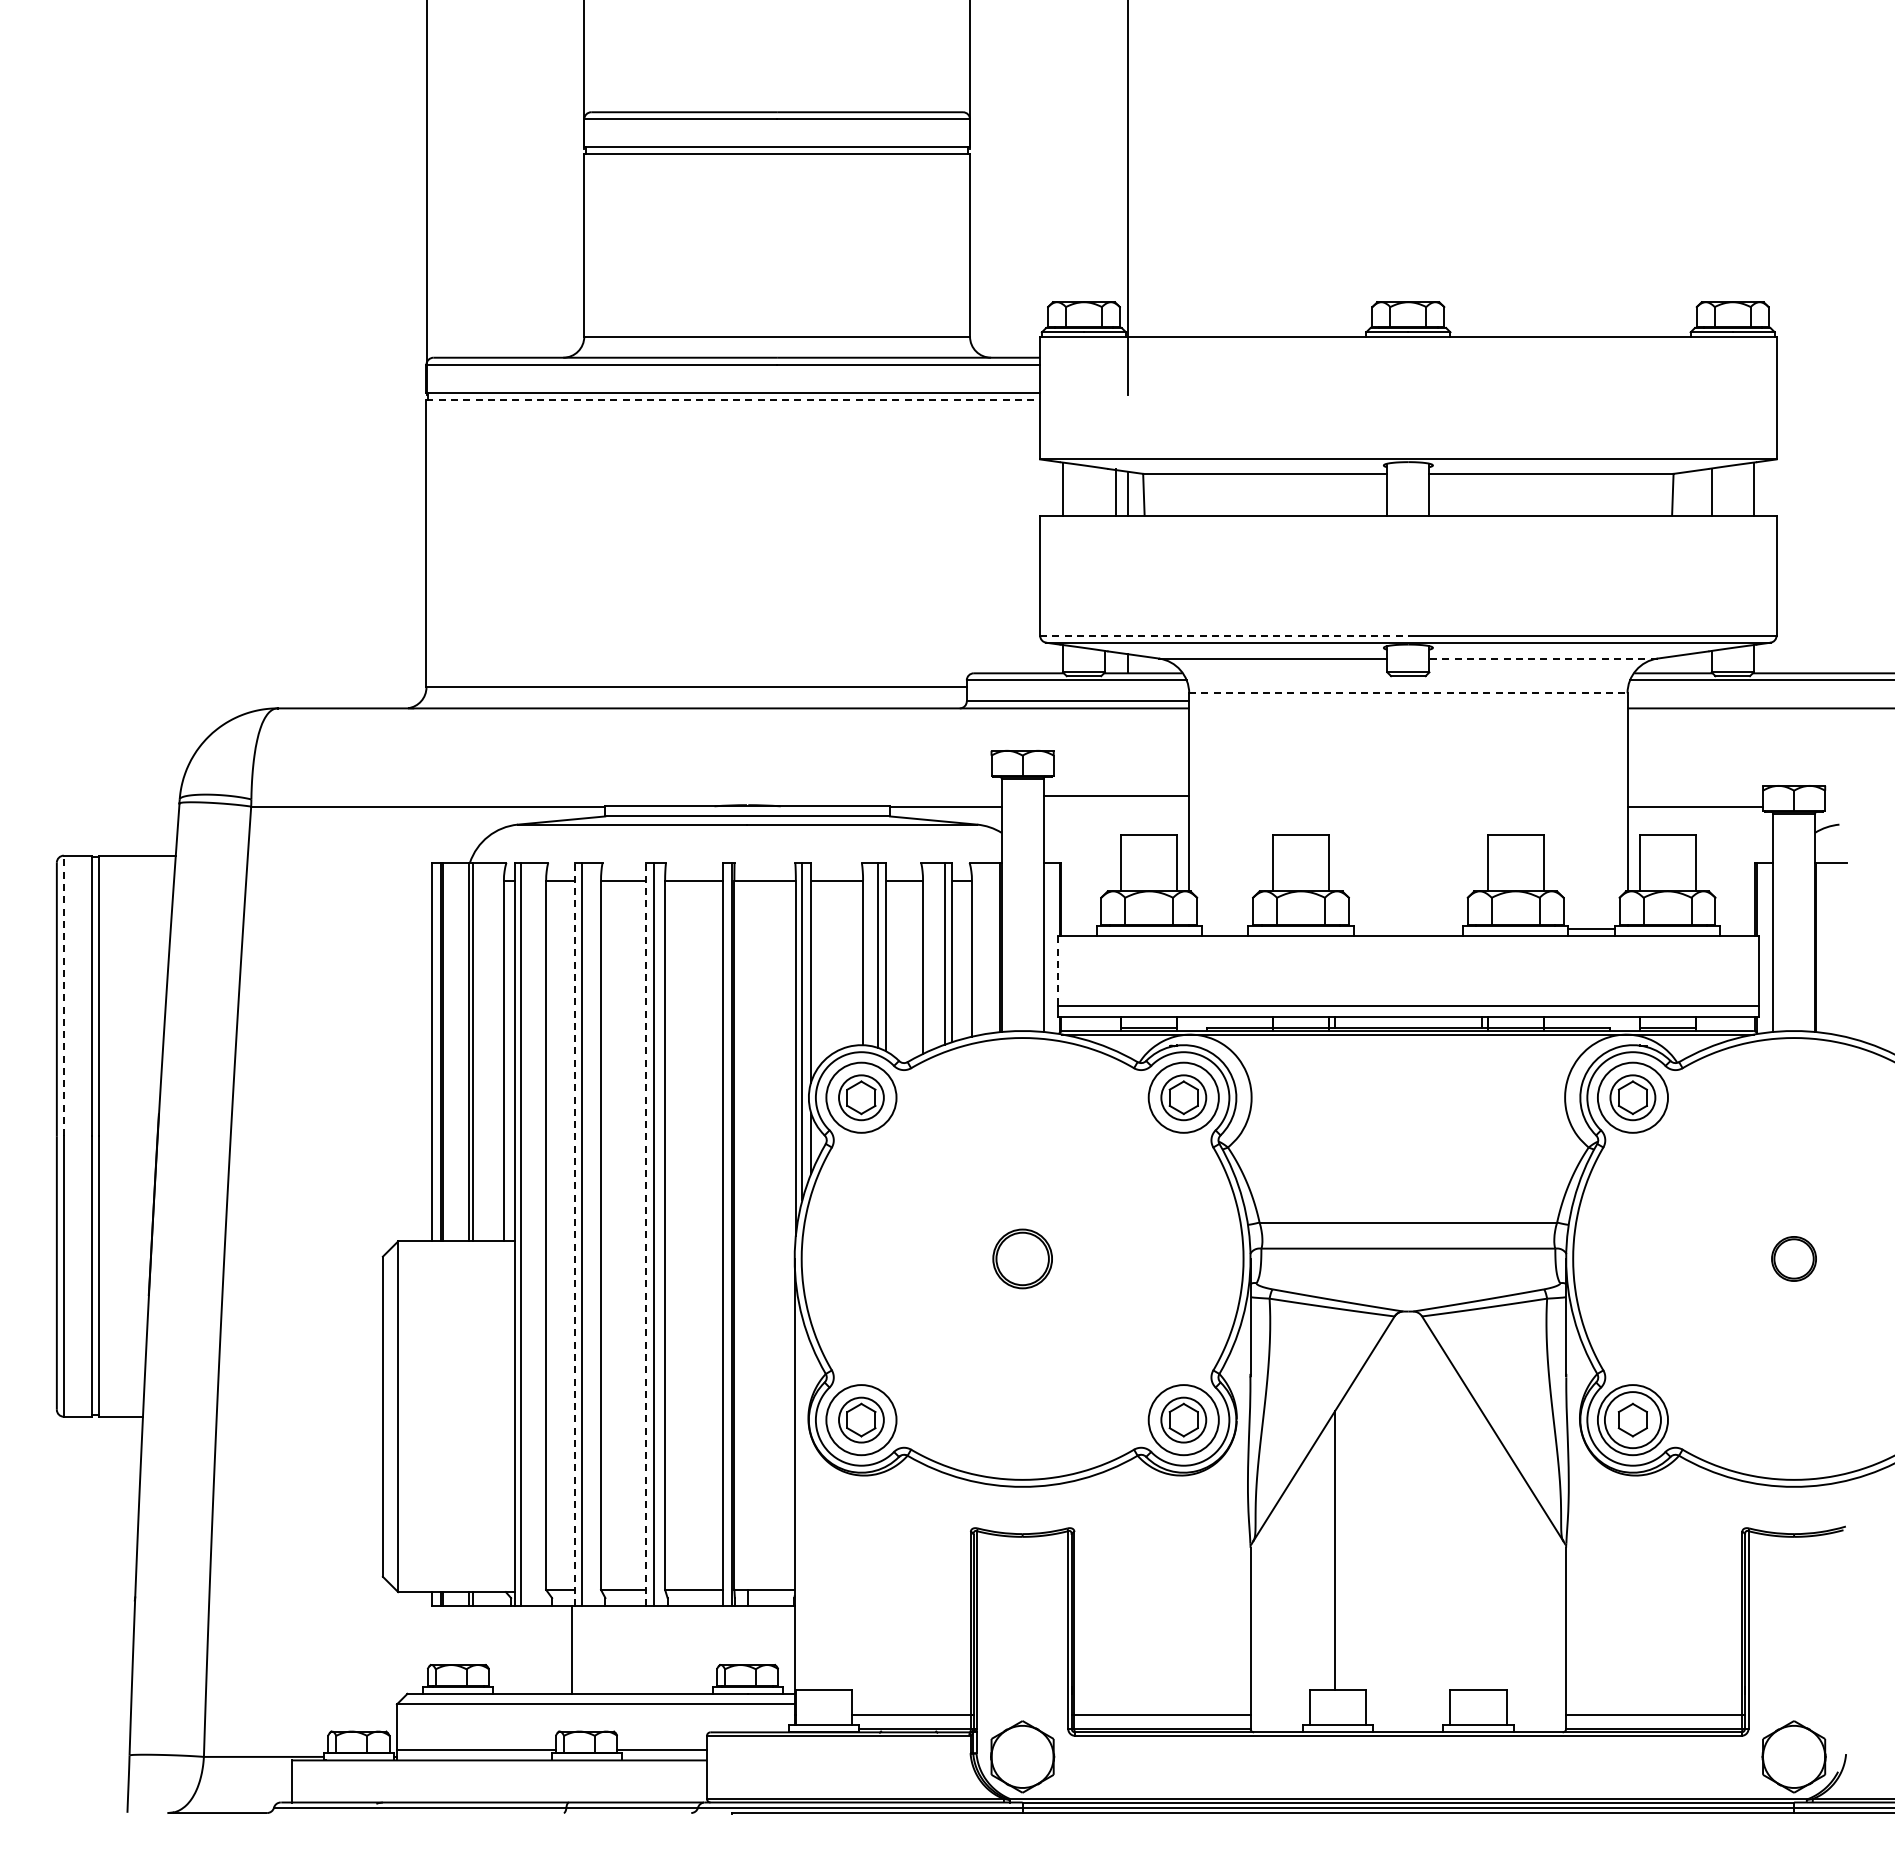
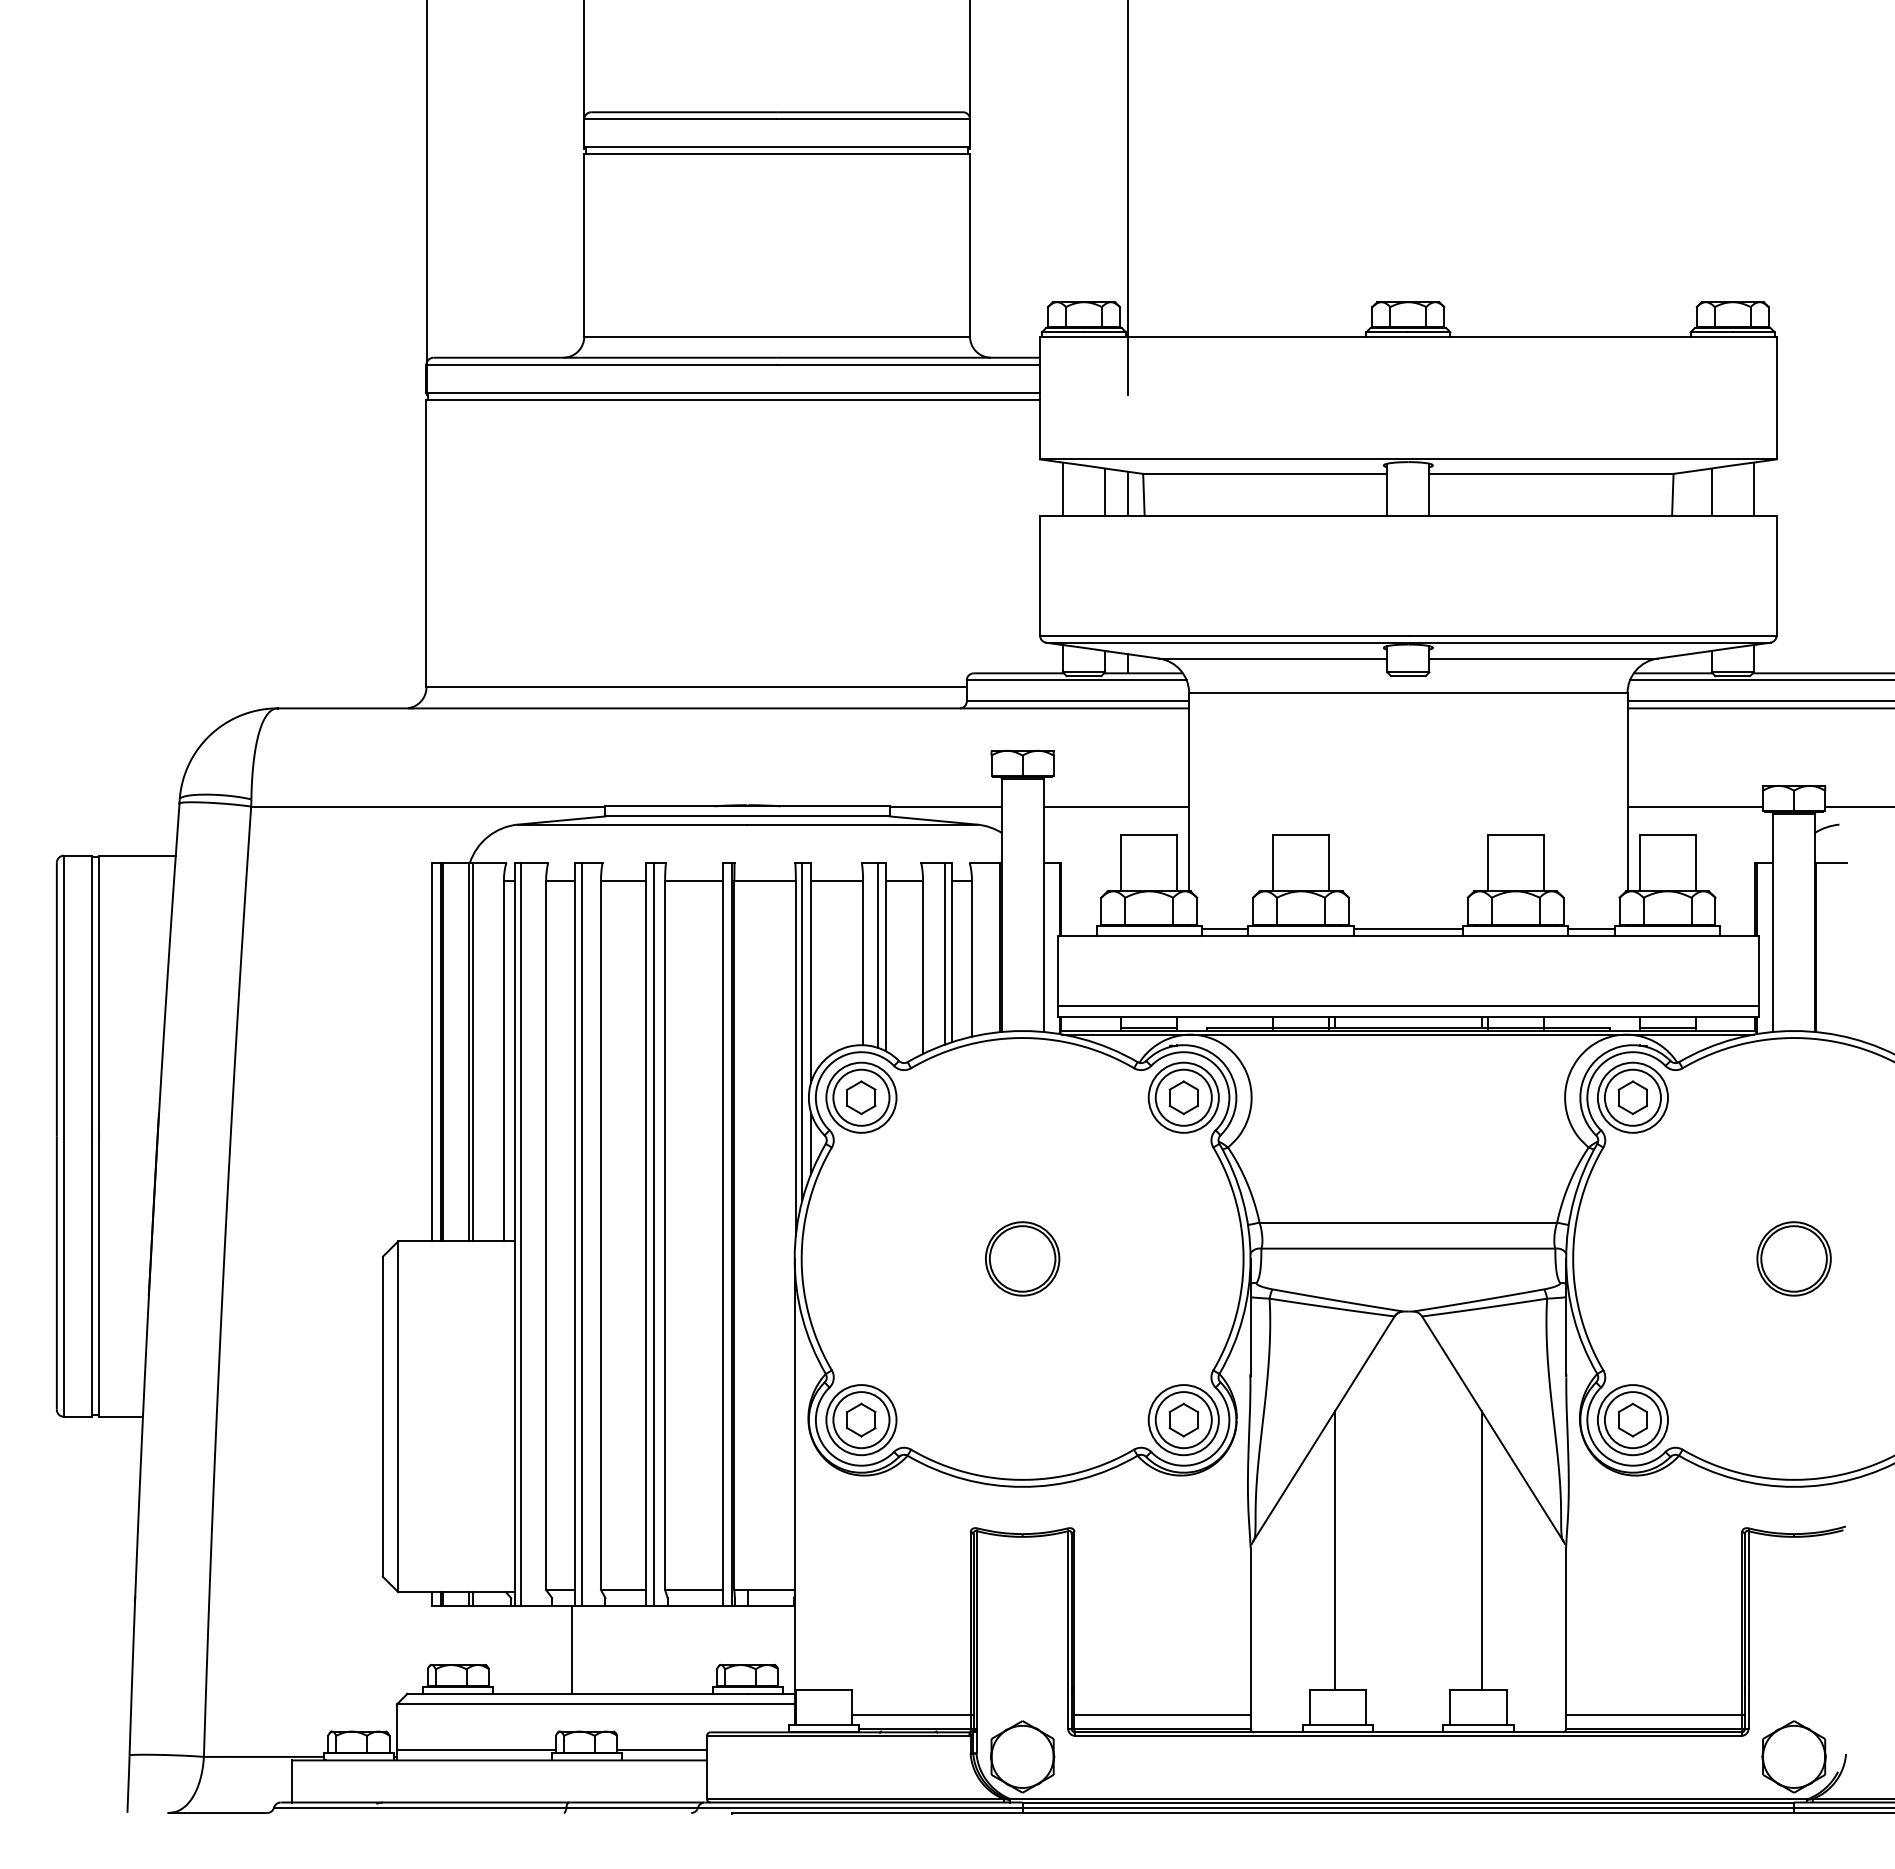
line at (733, 399): dashed -> solid
line at (1116, 491) position: (1116, 491) -> (1105, 491)
line at (1225, 635): dashed -> solid
line at (1543, 658): dashed -> solid
line at (1408, 693): dashed -> solid
line at (1759, 701): none -> present
line at (1116, 795) position: (1116, 795) -> (1116, 806)
line at (1858, 806): none -> present
line at (1224, 929): none -> present
line at (1408, 929): none -> present
line at (1057, 971): dashed -> solid
line at (63, 995): dashed -> solid
circle at (861, 1097) diameter: 45 px -> 56 px
circle at (1183, 1097) diameter: 45 px -> 56 px
circle at (1632, 1097) diameter: 45 px -> 56 px
line at (574, 1234): dashed -> solid
line at (645, 1234): dashed -> solid
part at (1022, 1258) size: 61x62 px -> 76x76 px
part at (1793, 1258) size: 46x46 px -> 76x76 px
circle at (861, 1419) diameter: 45 px -> 56 px
circle at (1183, 1419) diameter: 45 px -> 56 px
line at (1481, 1550): none -> present
